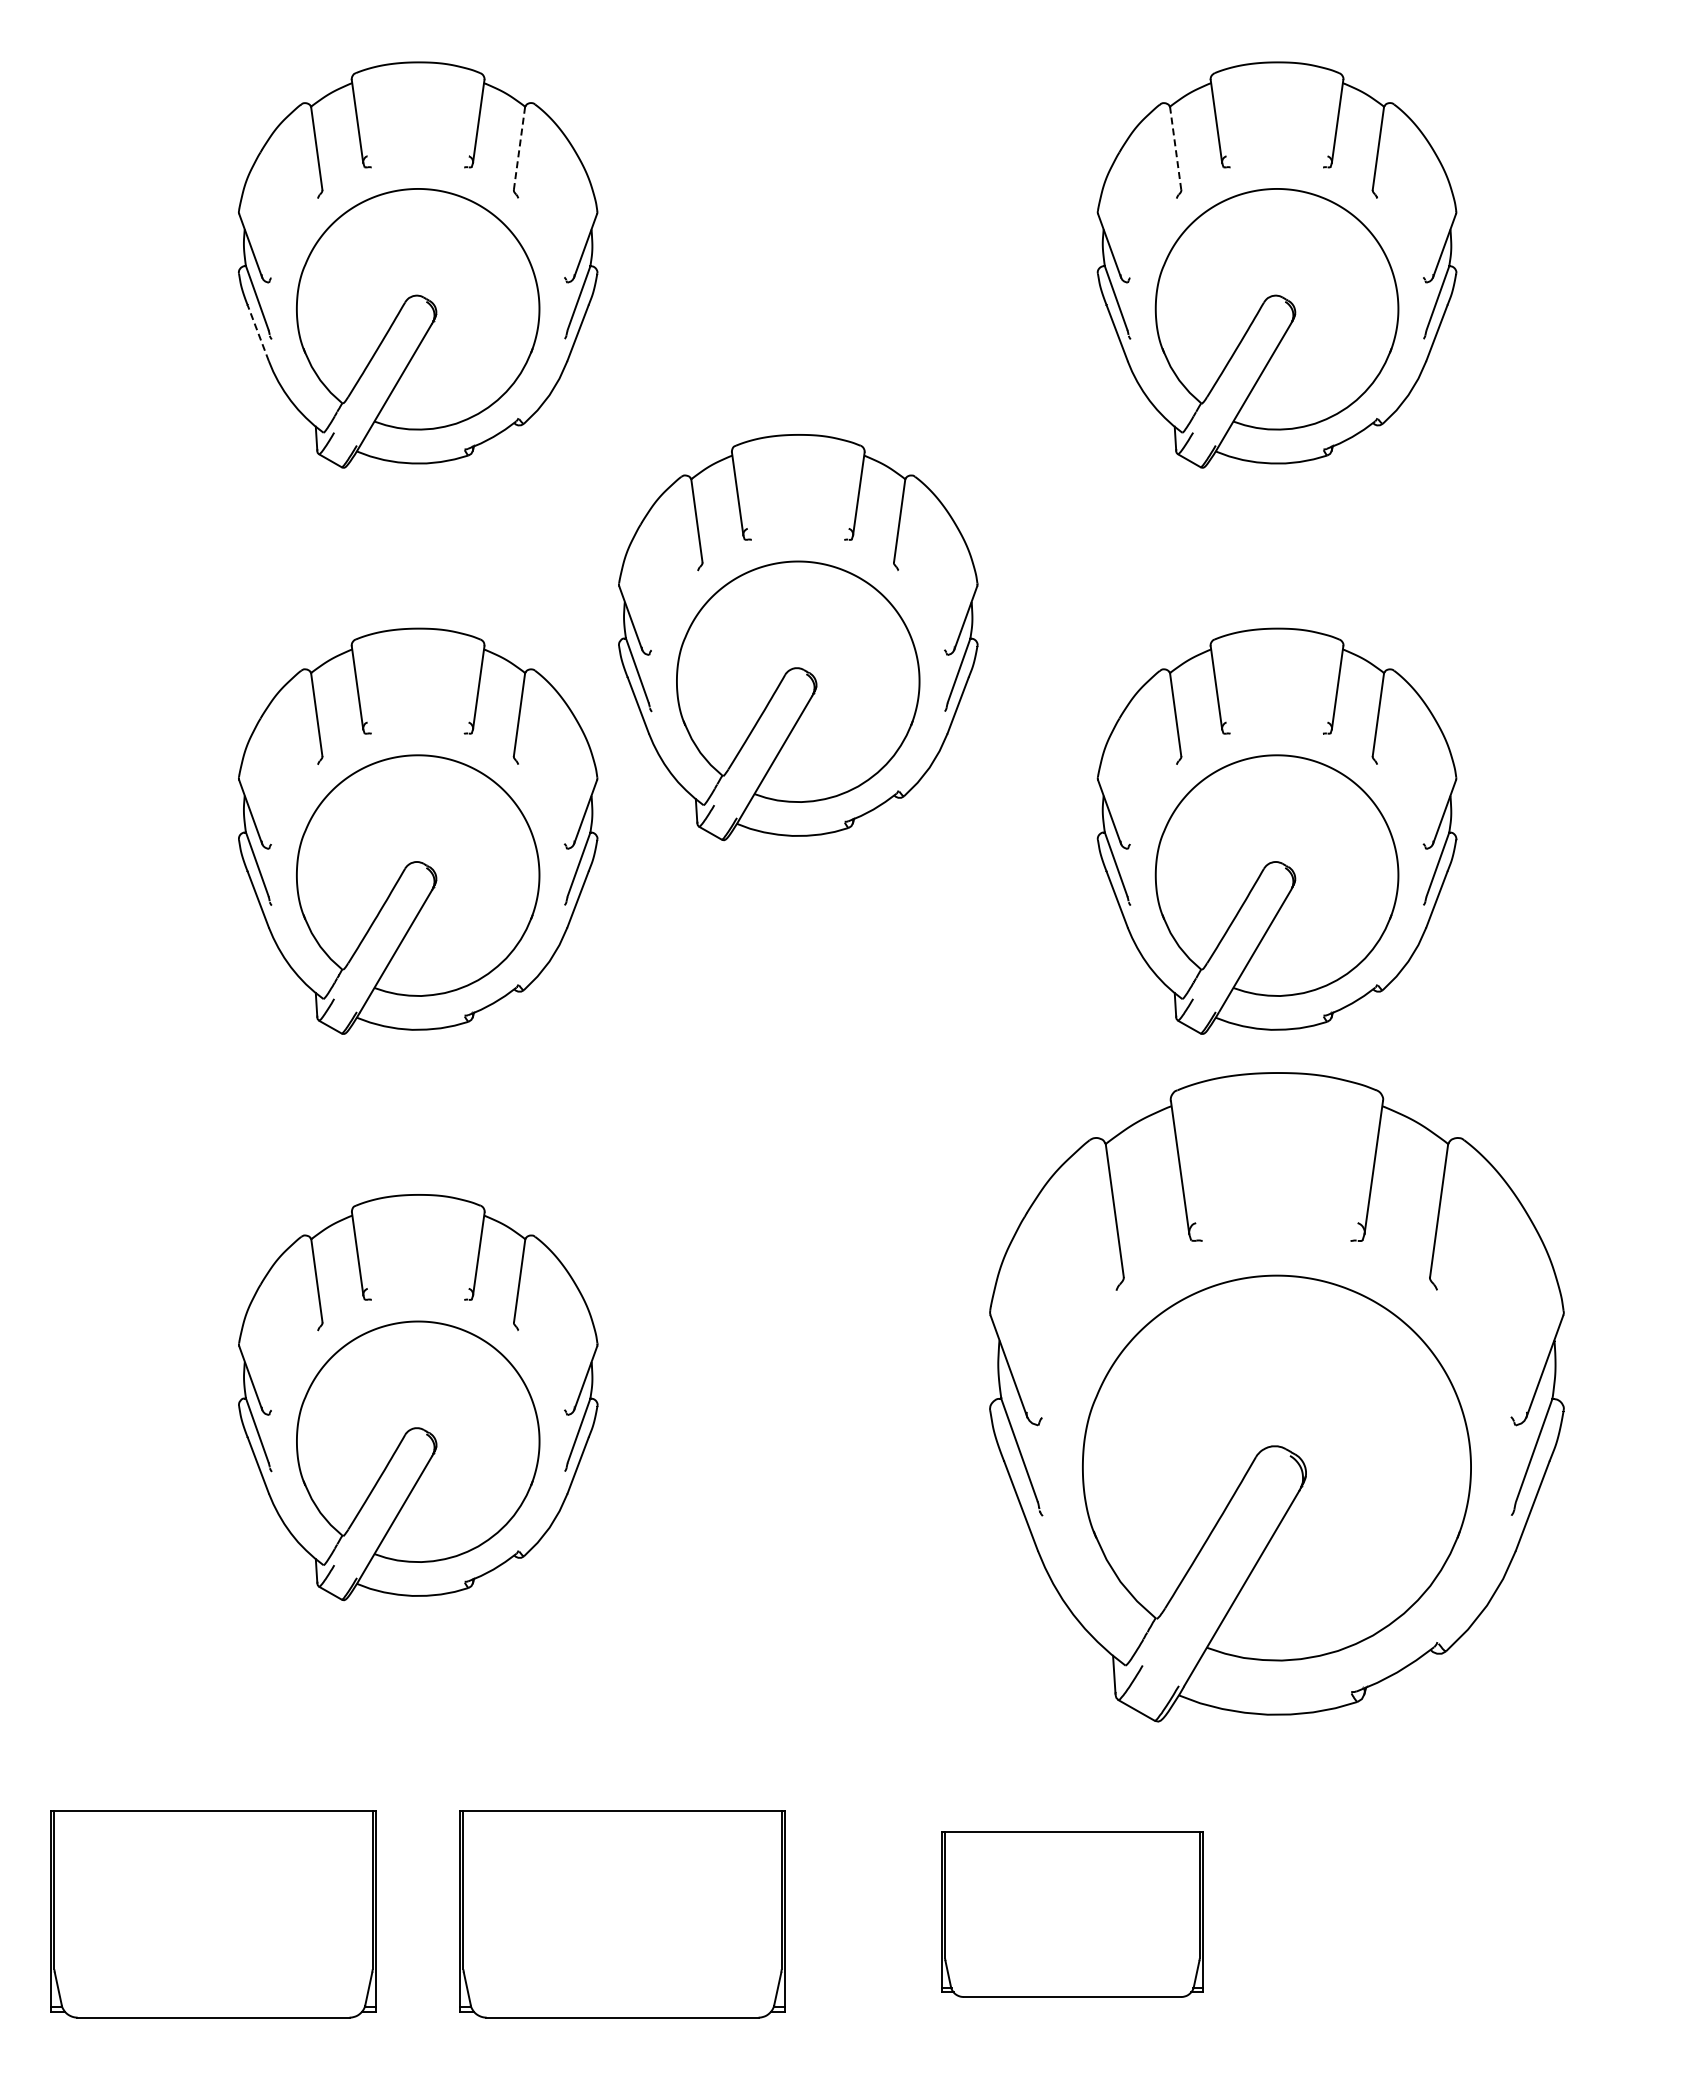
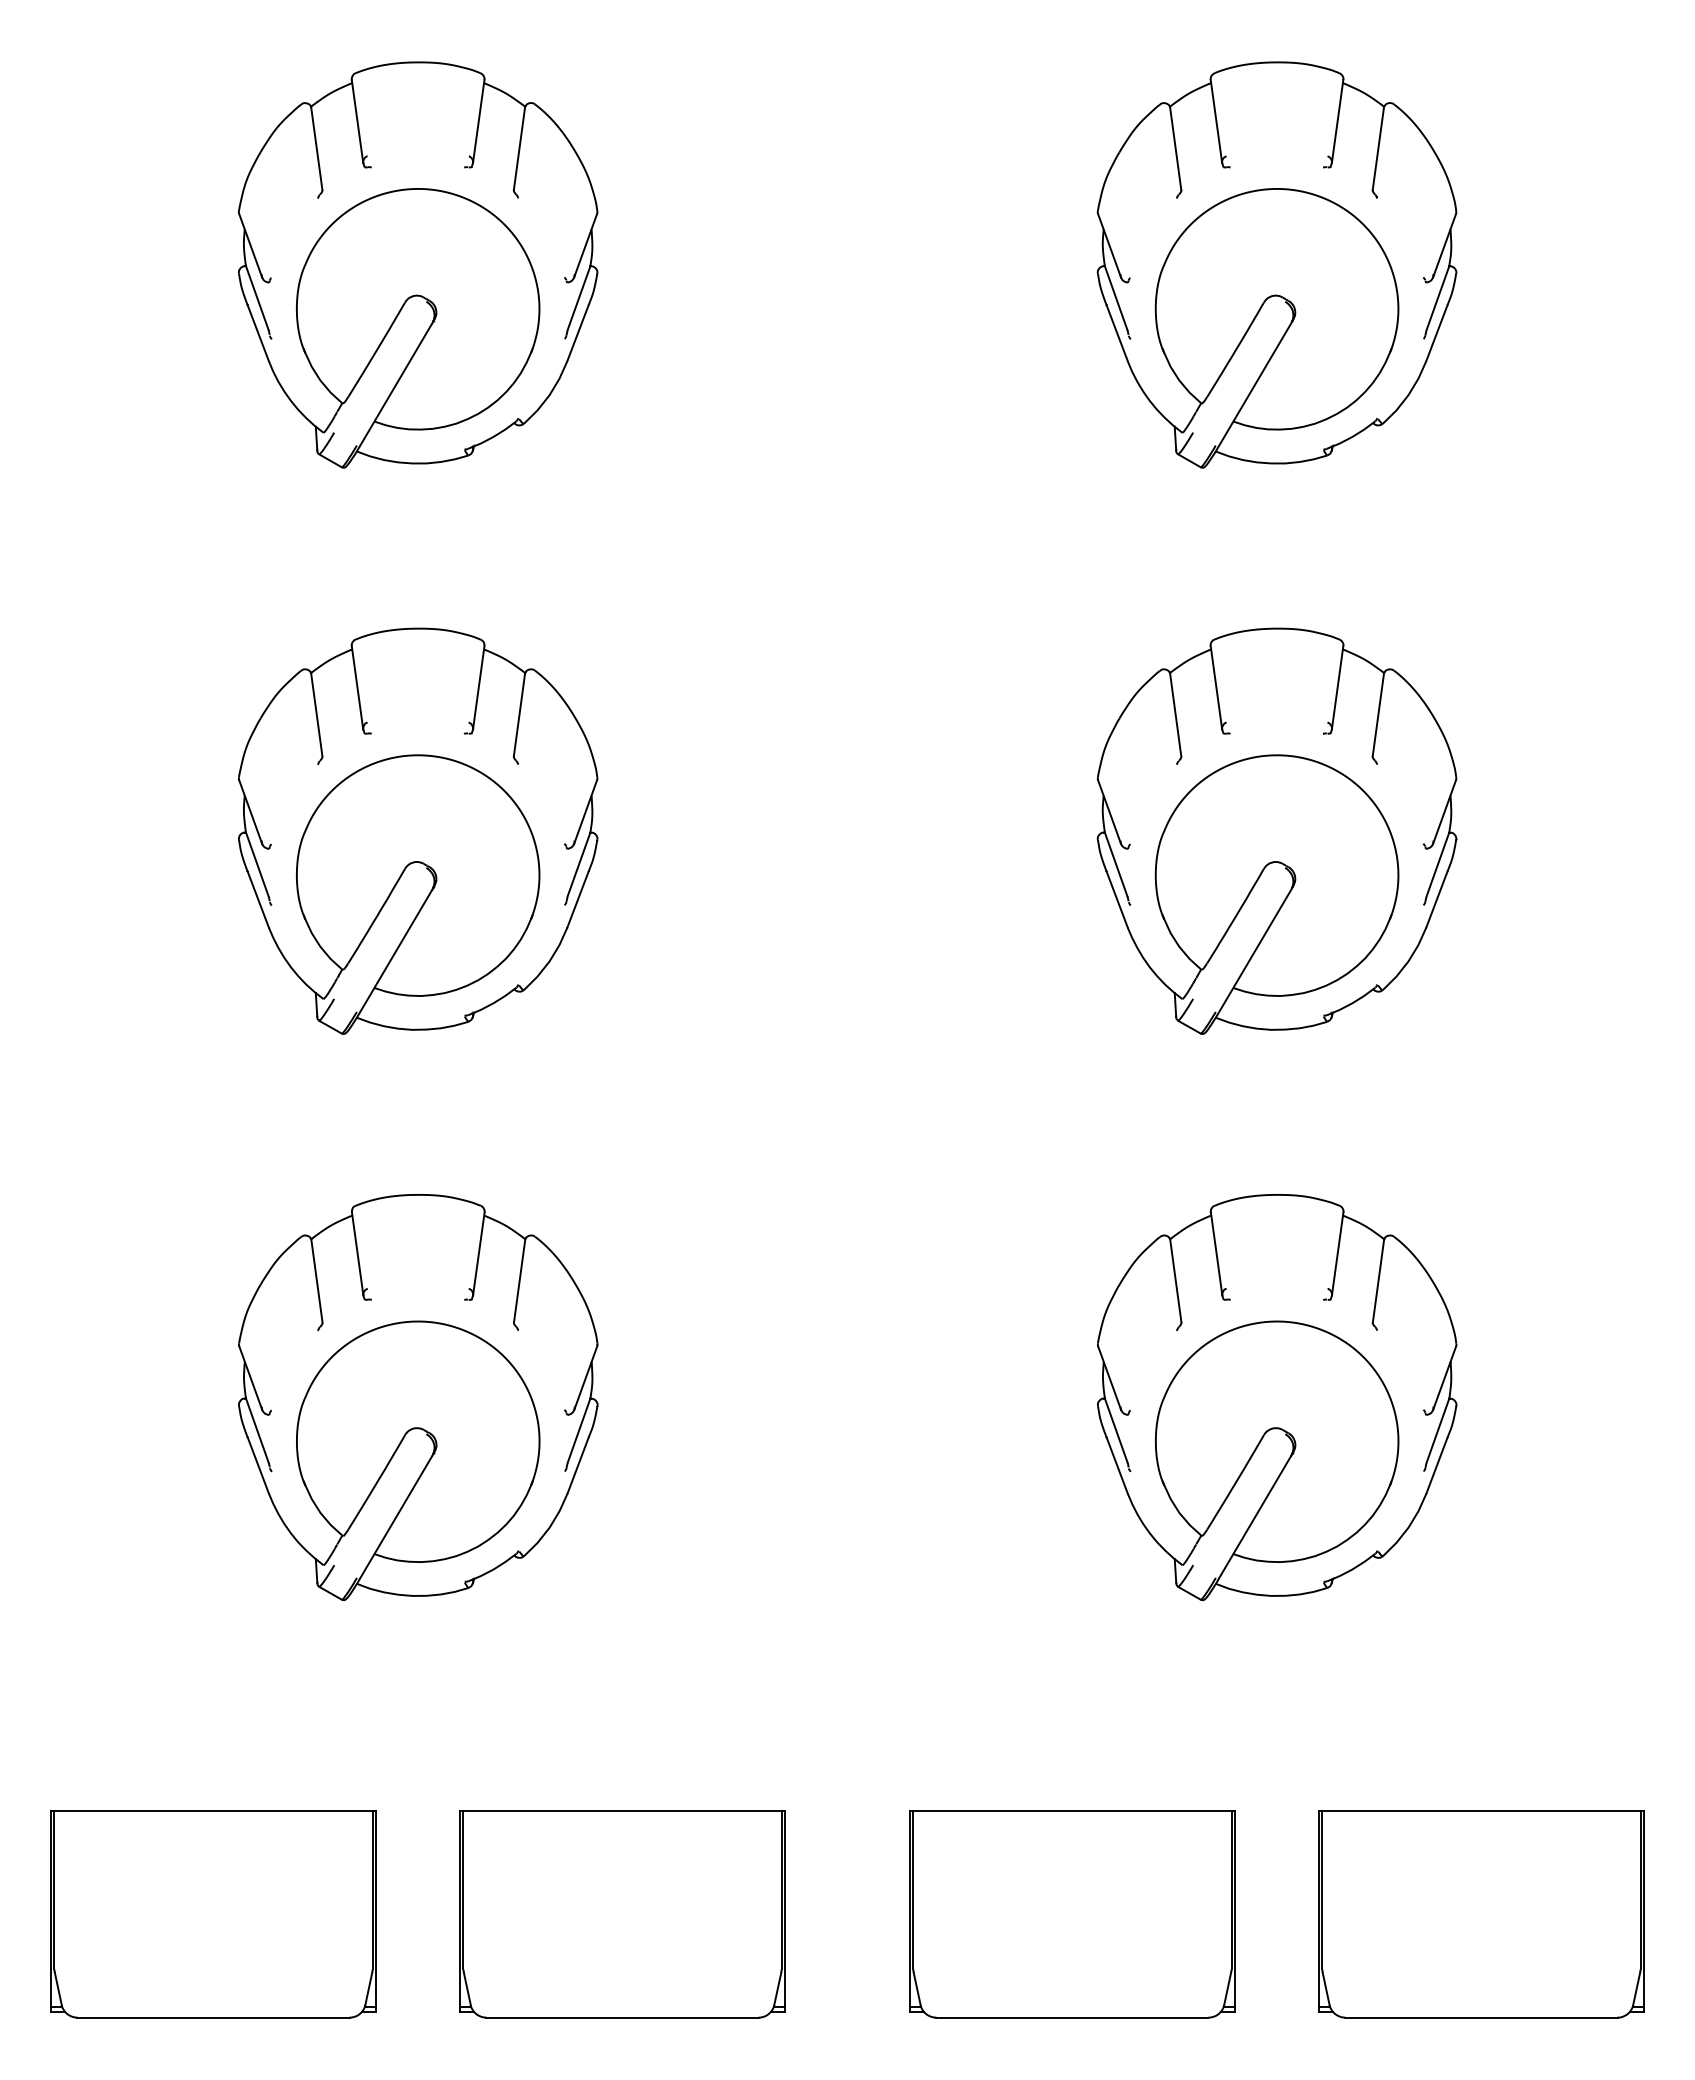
line at (519, 148): dashed -> solid
line at (1175, 148): dashed -> solid
line at (258, 333): dashed -> solid
part at (798, 637): present -> none
part at (1276, 1397) size: 576x651 px -> 361x408 px
part at (1072, 1914) size: 263x167 px -> 327x209 px
part at (1481, 1914): none -> present
